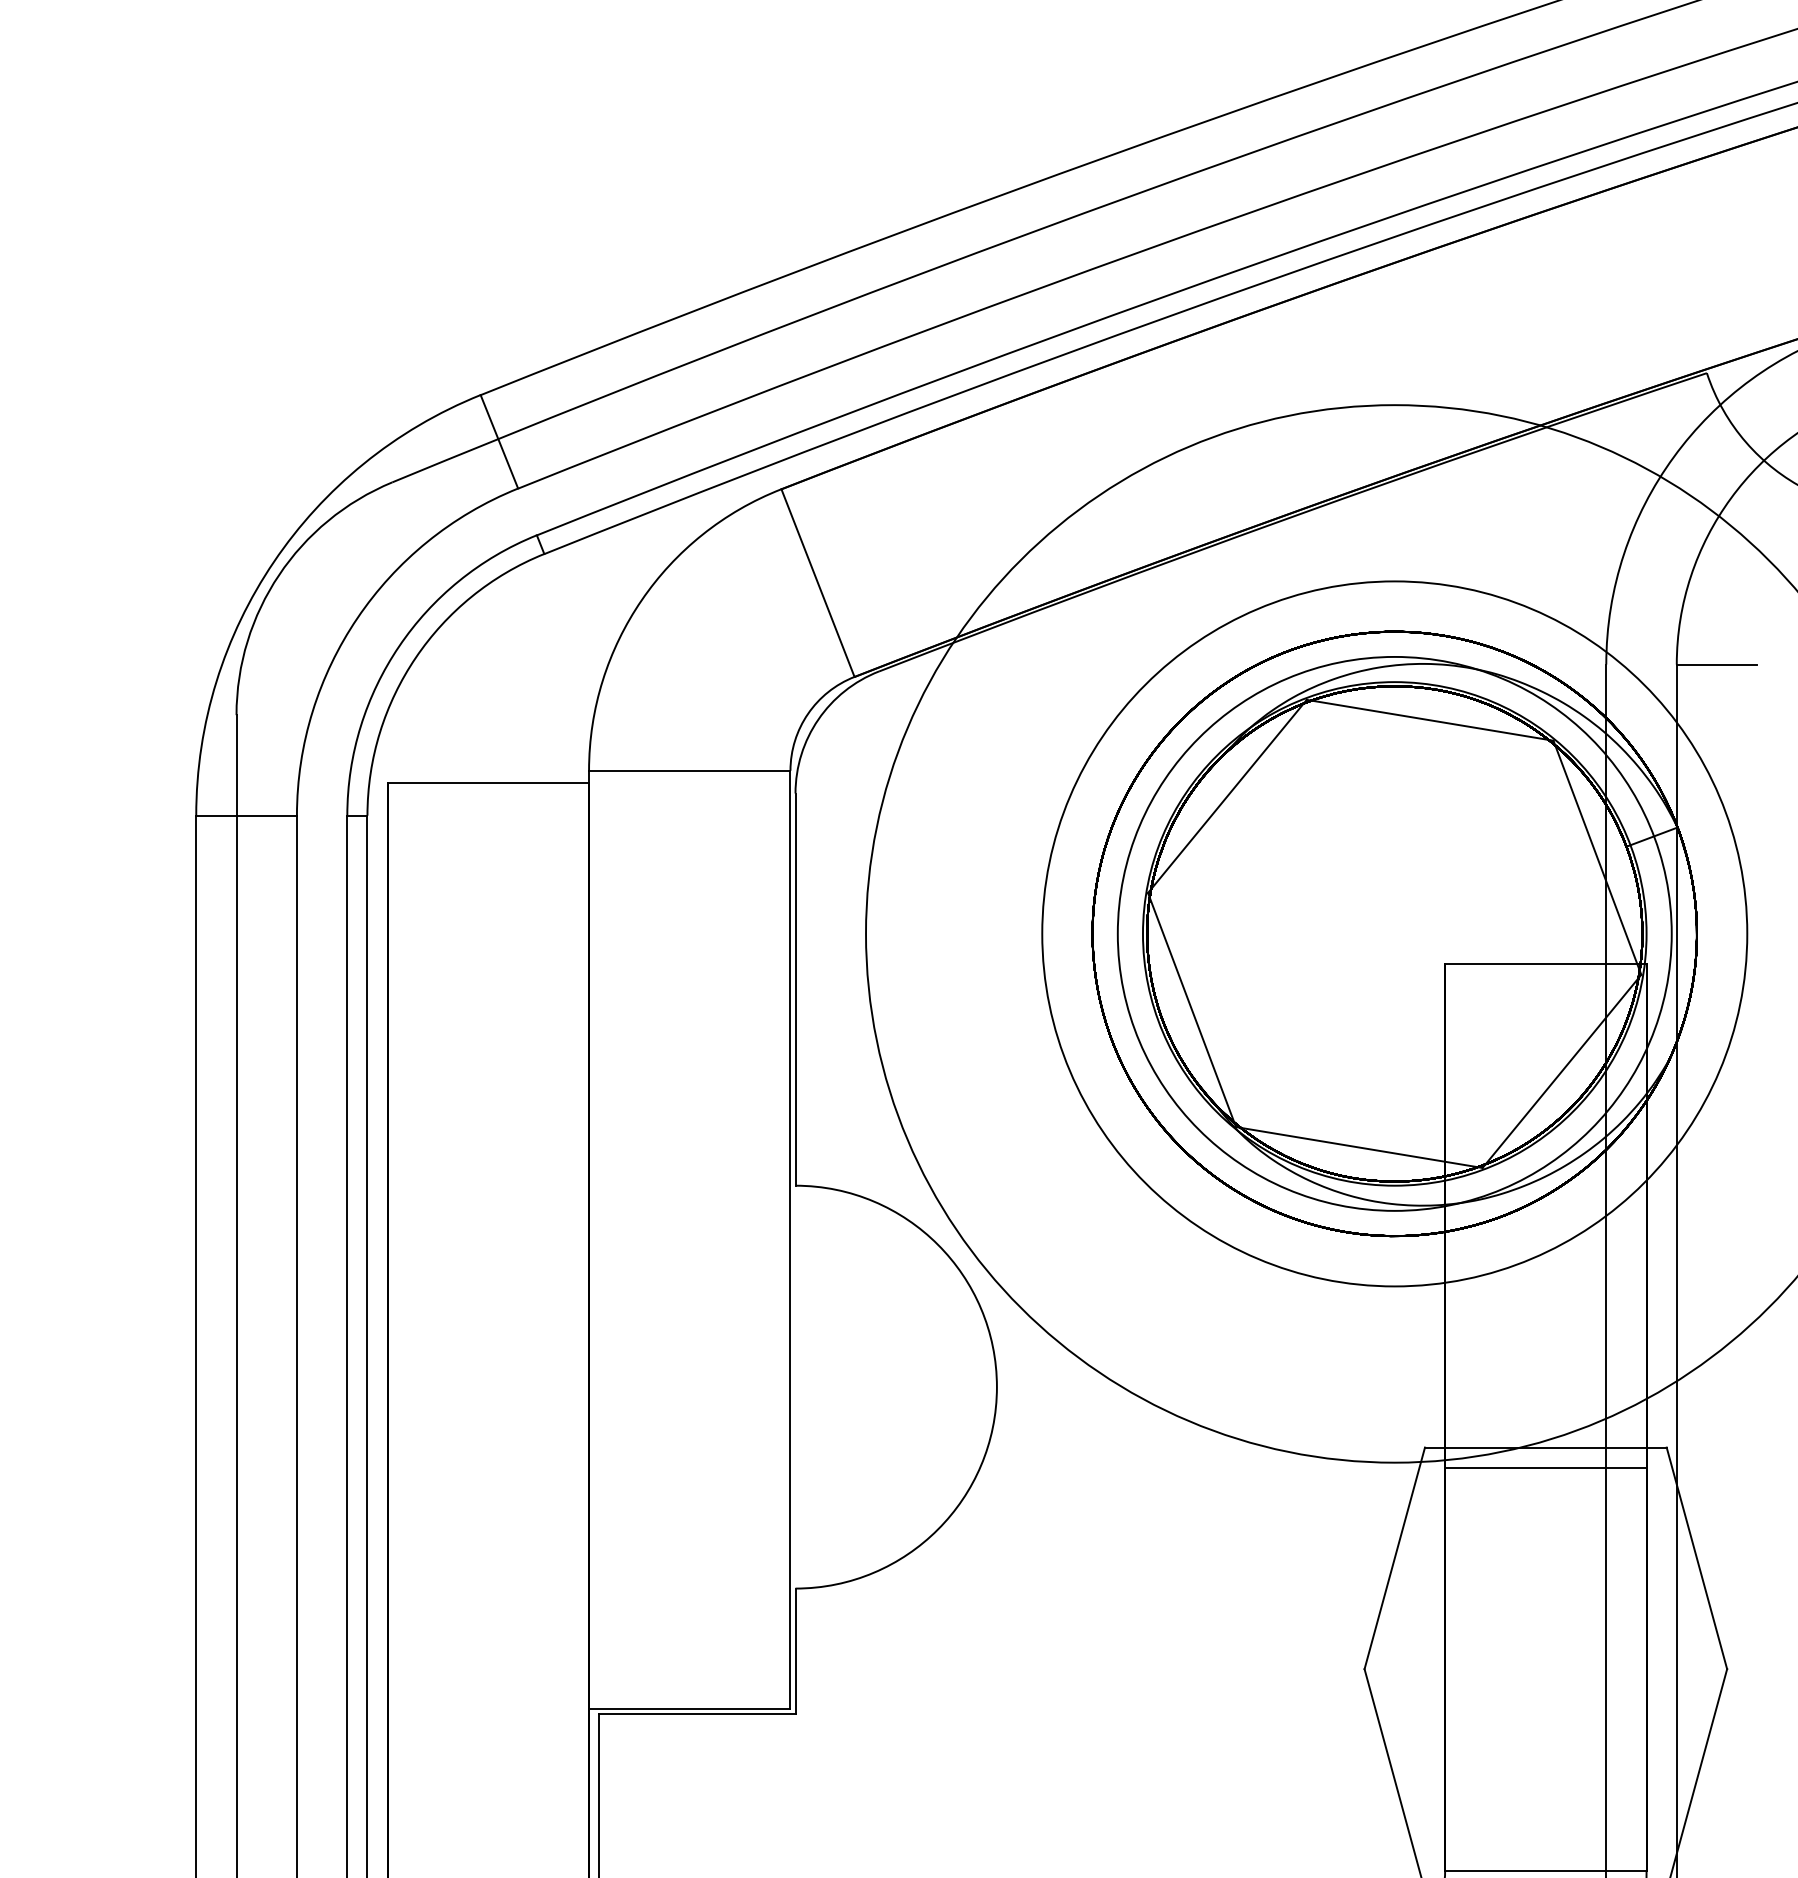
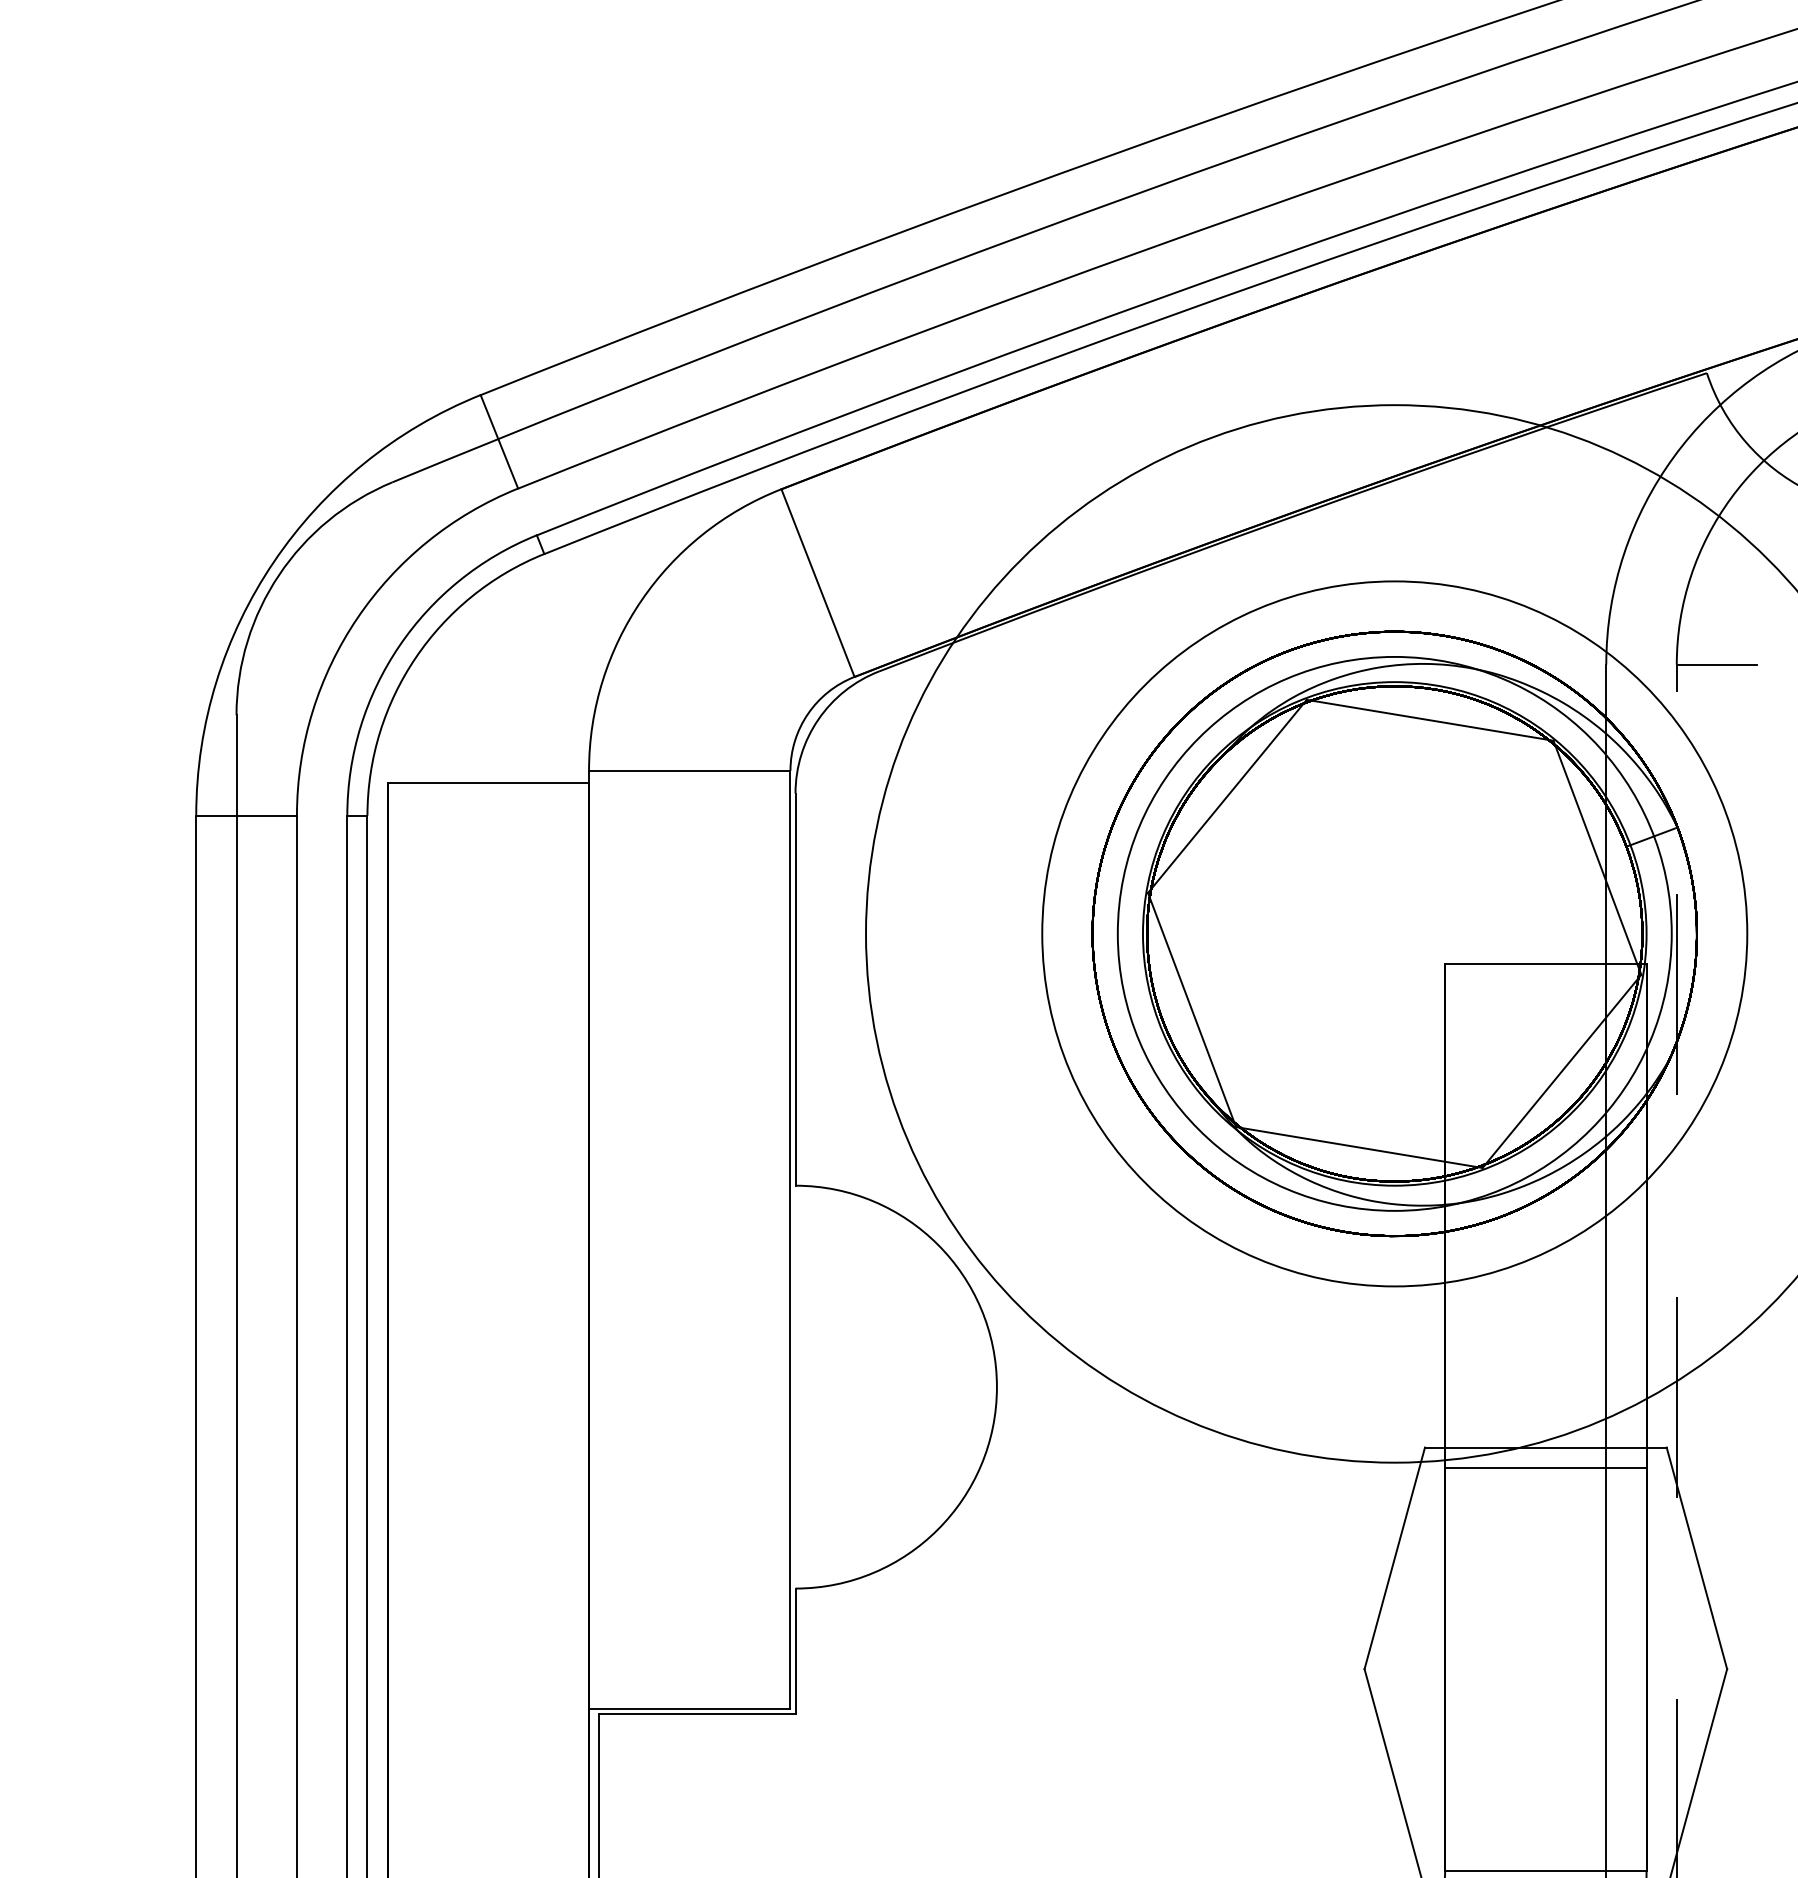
line at (1676, 1270): solid -> dashed
